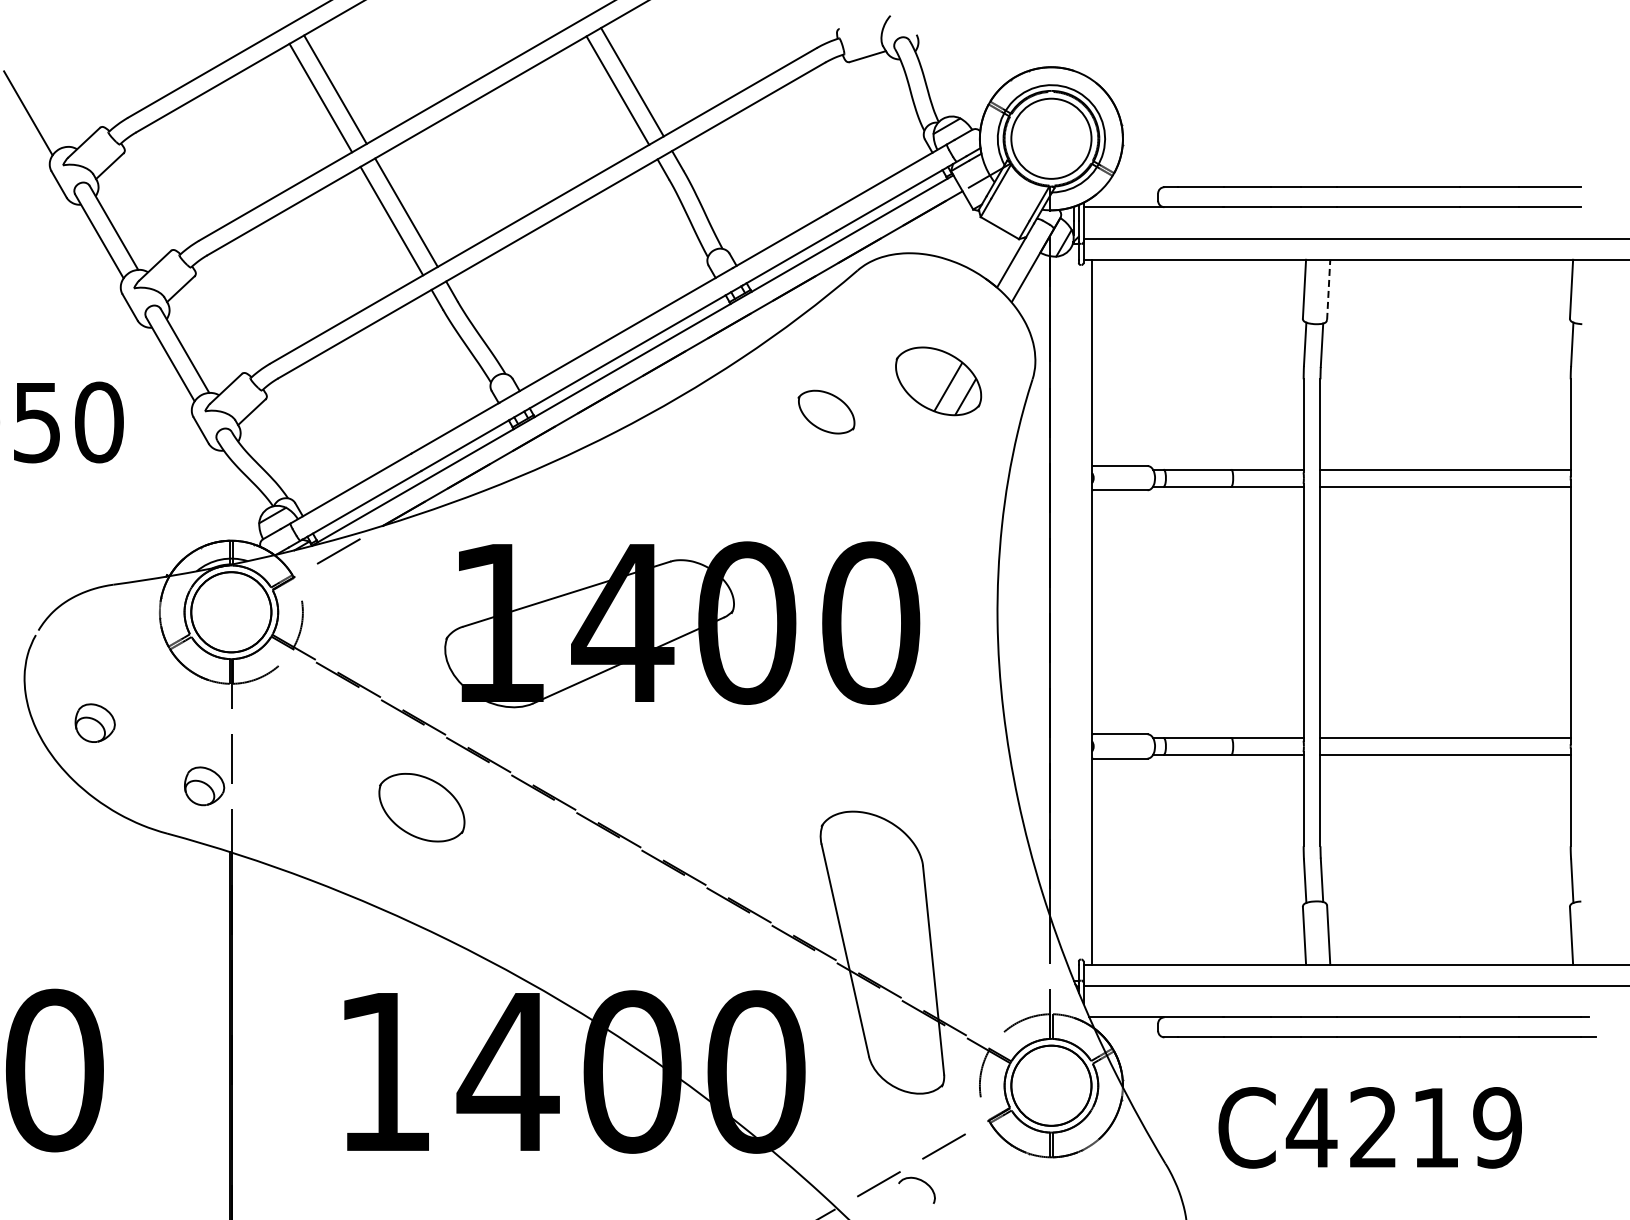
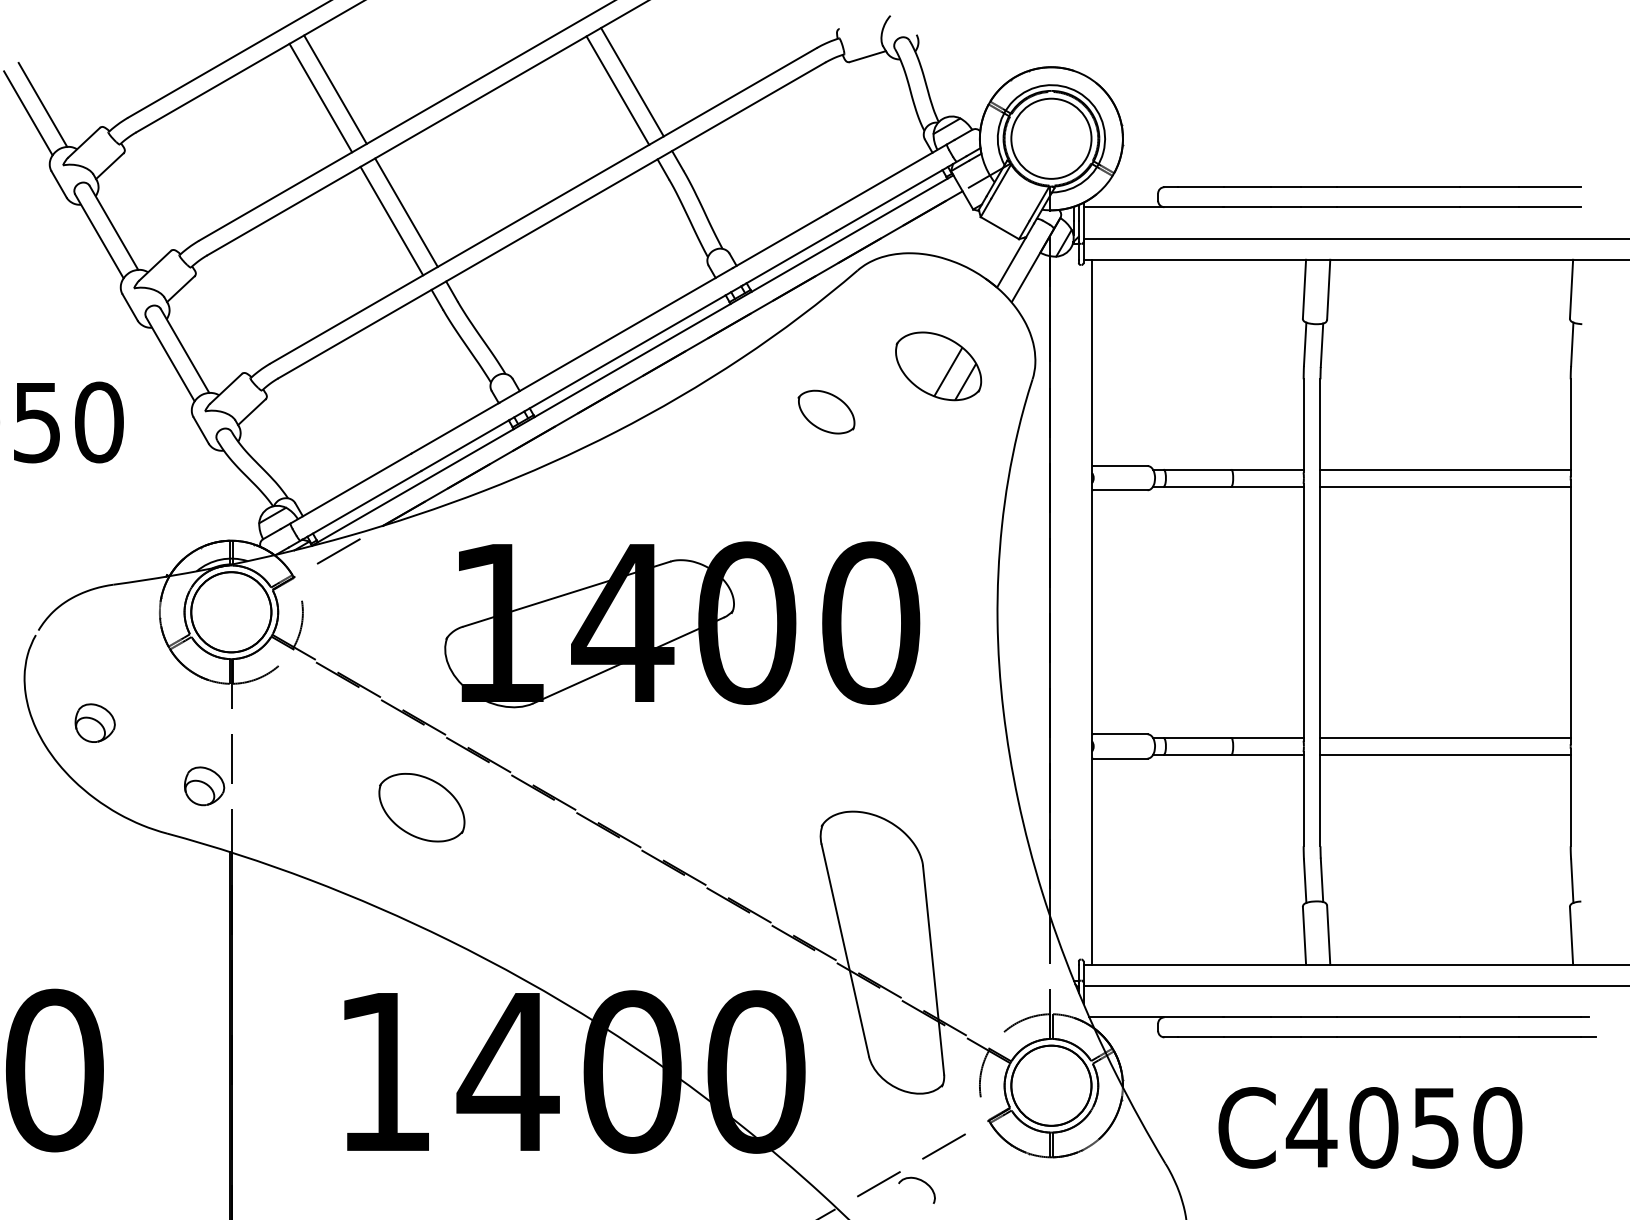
line at (42, 104): none -> present
line at (1328, 289): dashed -> solid
part at (938, 381) position: (938, 381) -> (938, 366)
text at (1435, 1127): C4219 -> C4050
